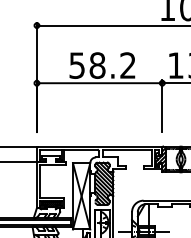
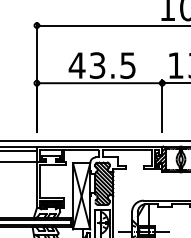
text at (101, 65): 58.2 -> 43.5
line at (94, 140): none -> present
line at (19, 150): none -> present
